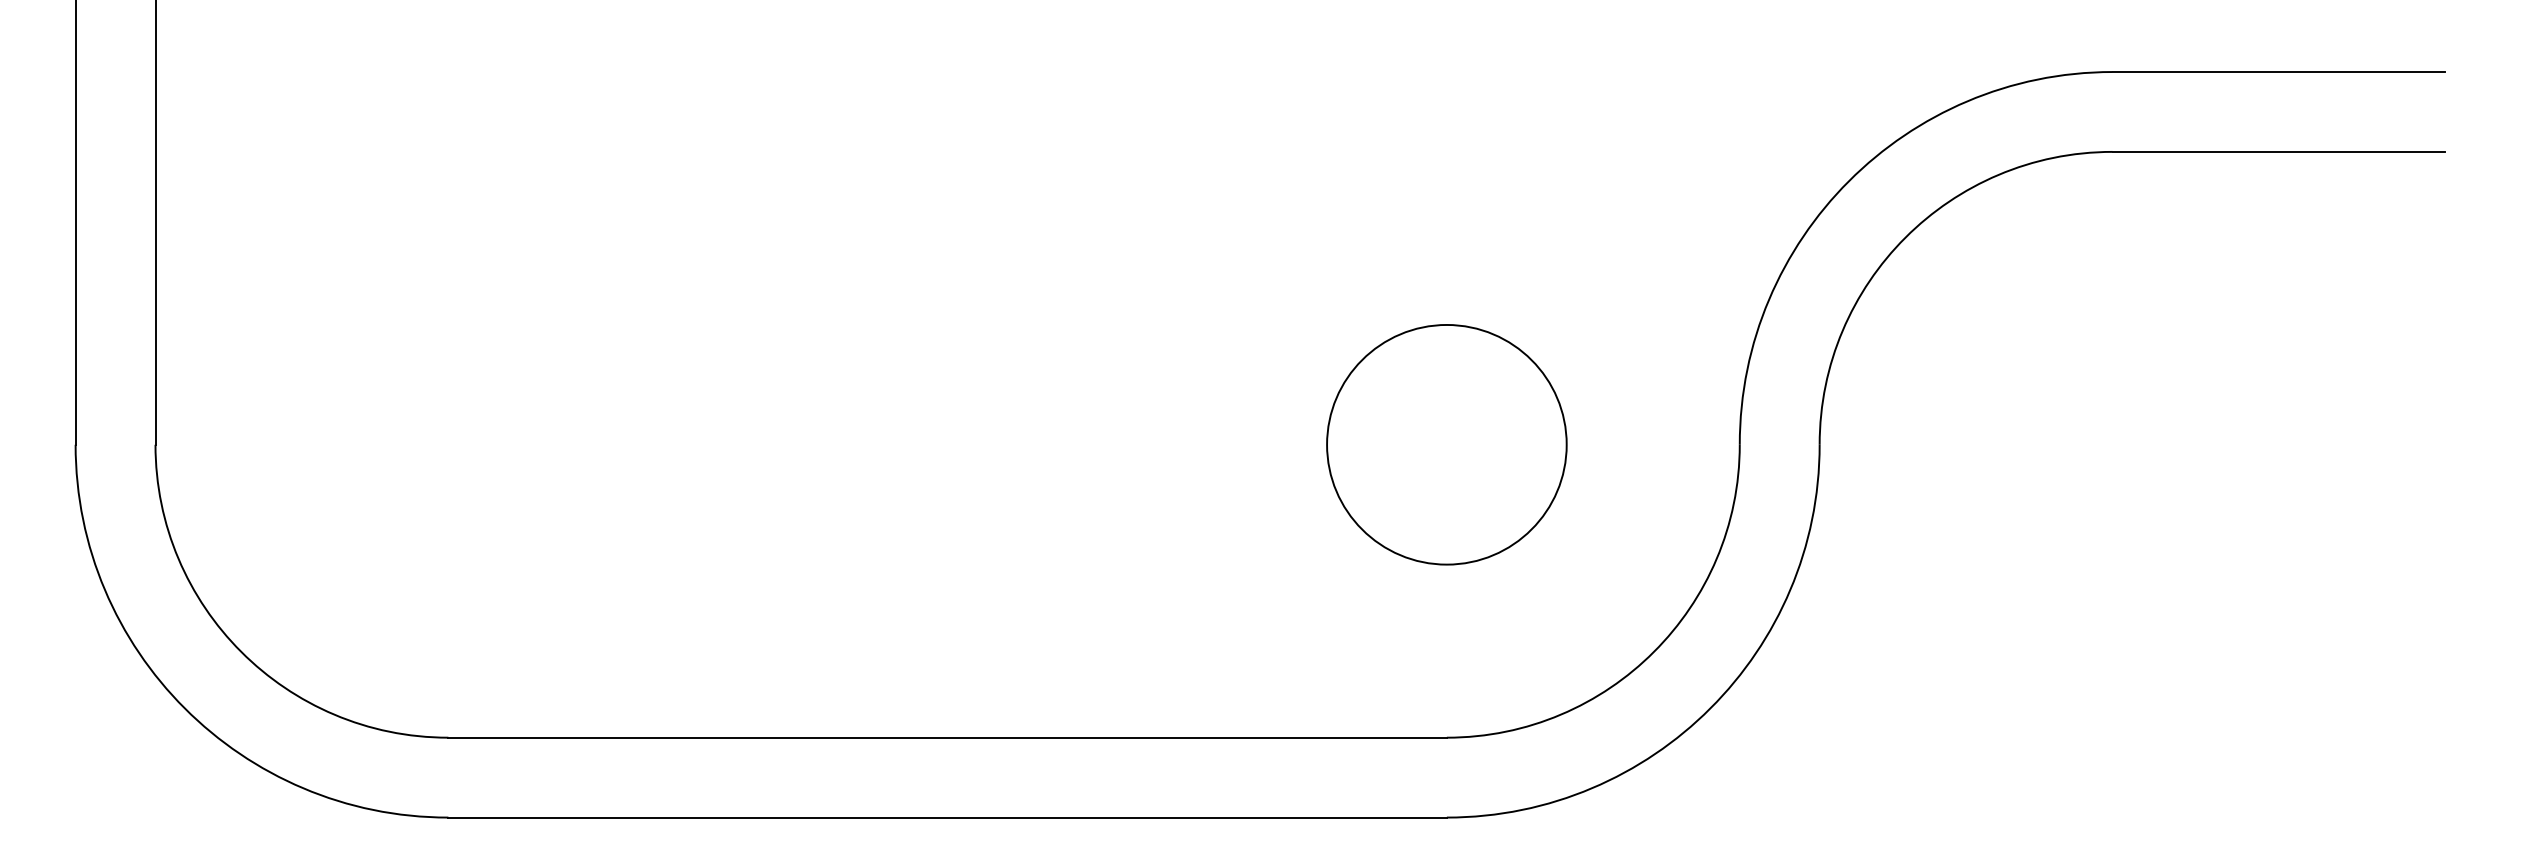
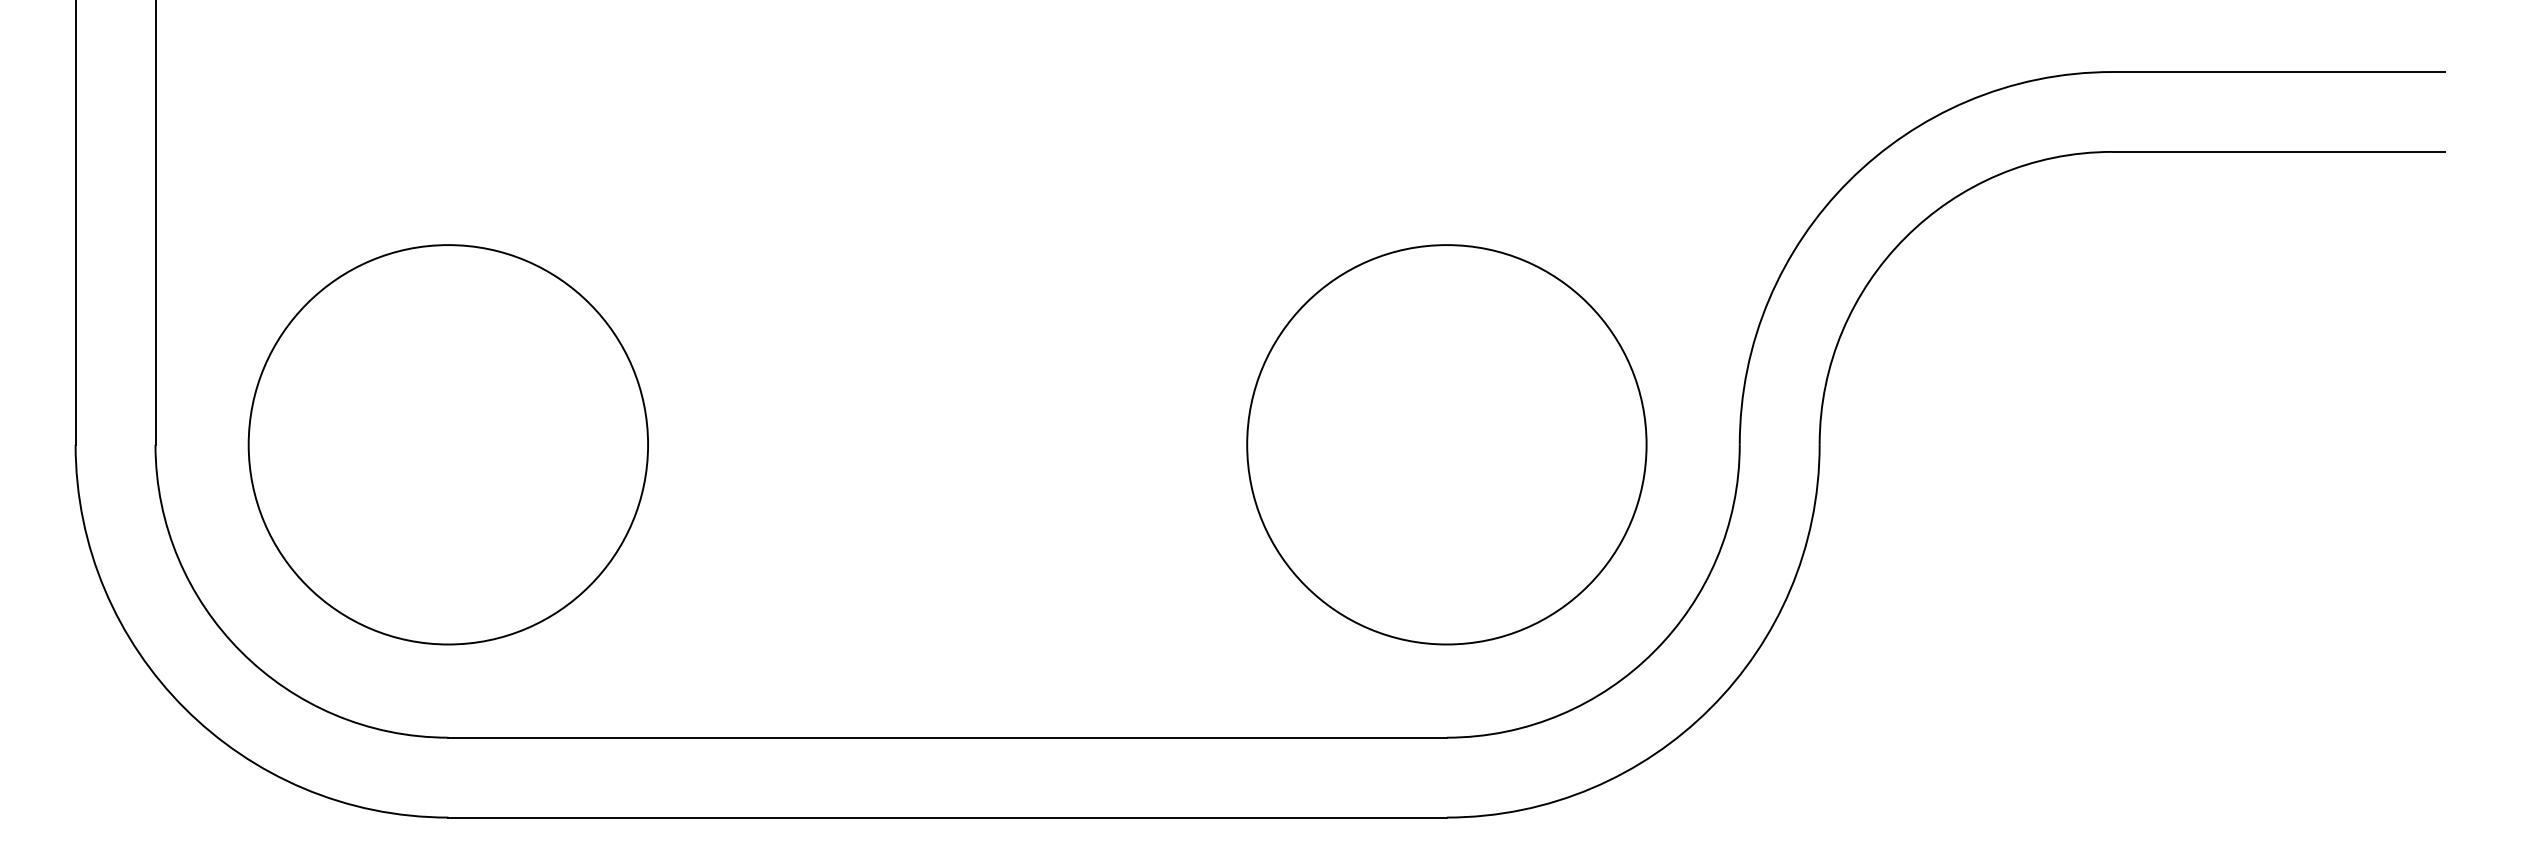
circle at (447, 444): none -> present
circle at (1446, 444) diameter: 240 px -> 399 px
